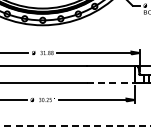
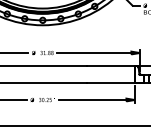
line at (110, 83): dashed -> solid
line at (75, 126): dashed -> solid
